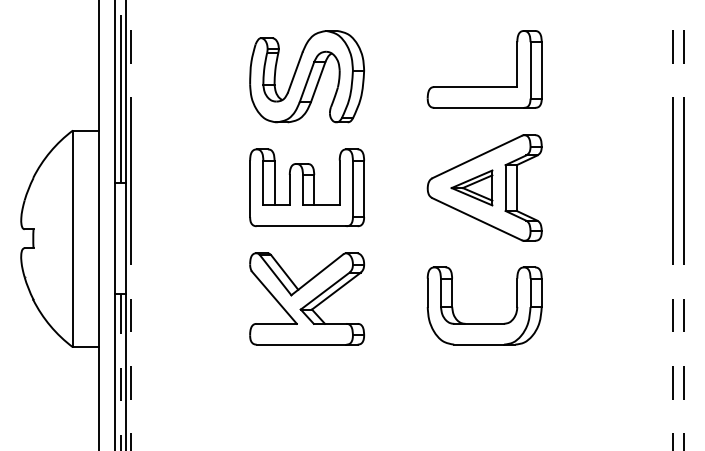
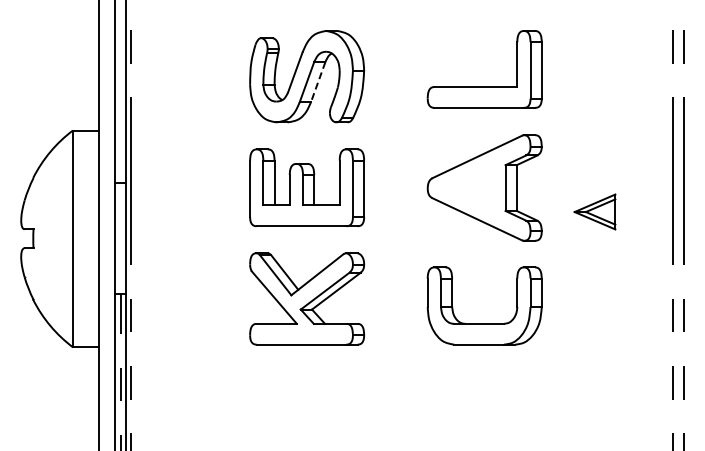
line at (318, 82): solid -> dashed
line at (120, 92): present -> none
part at (471, 187) position: (471, 187) -> (594, 211)
